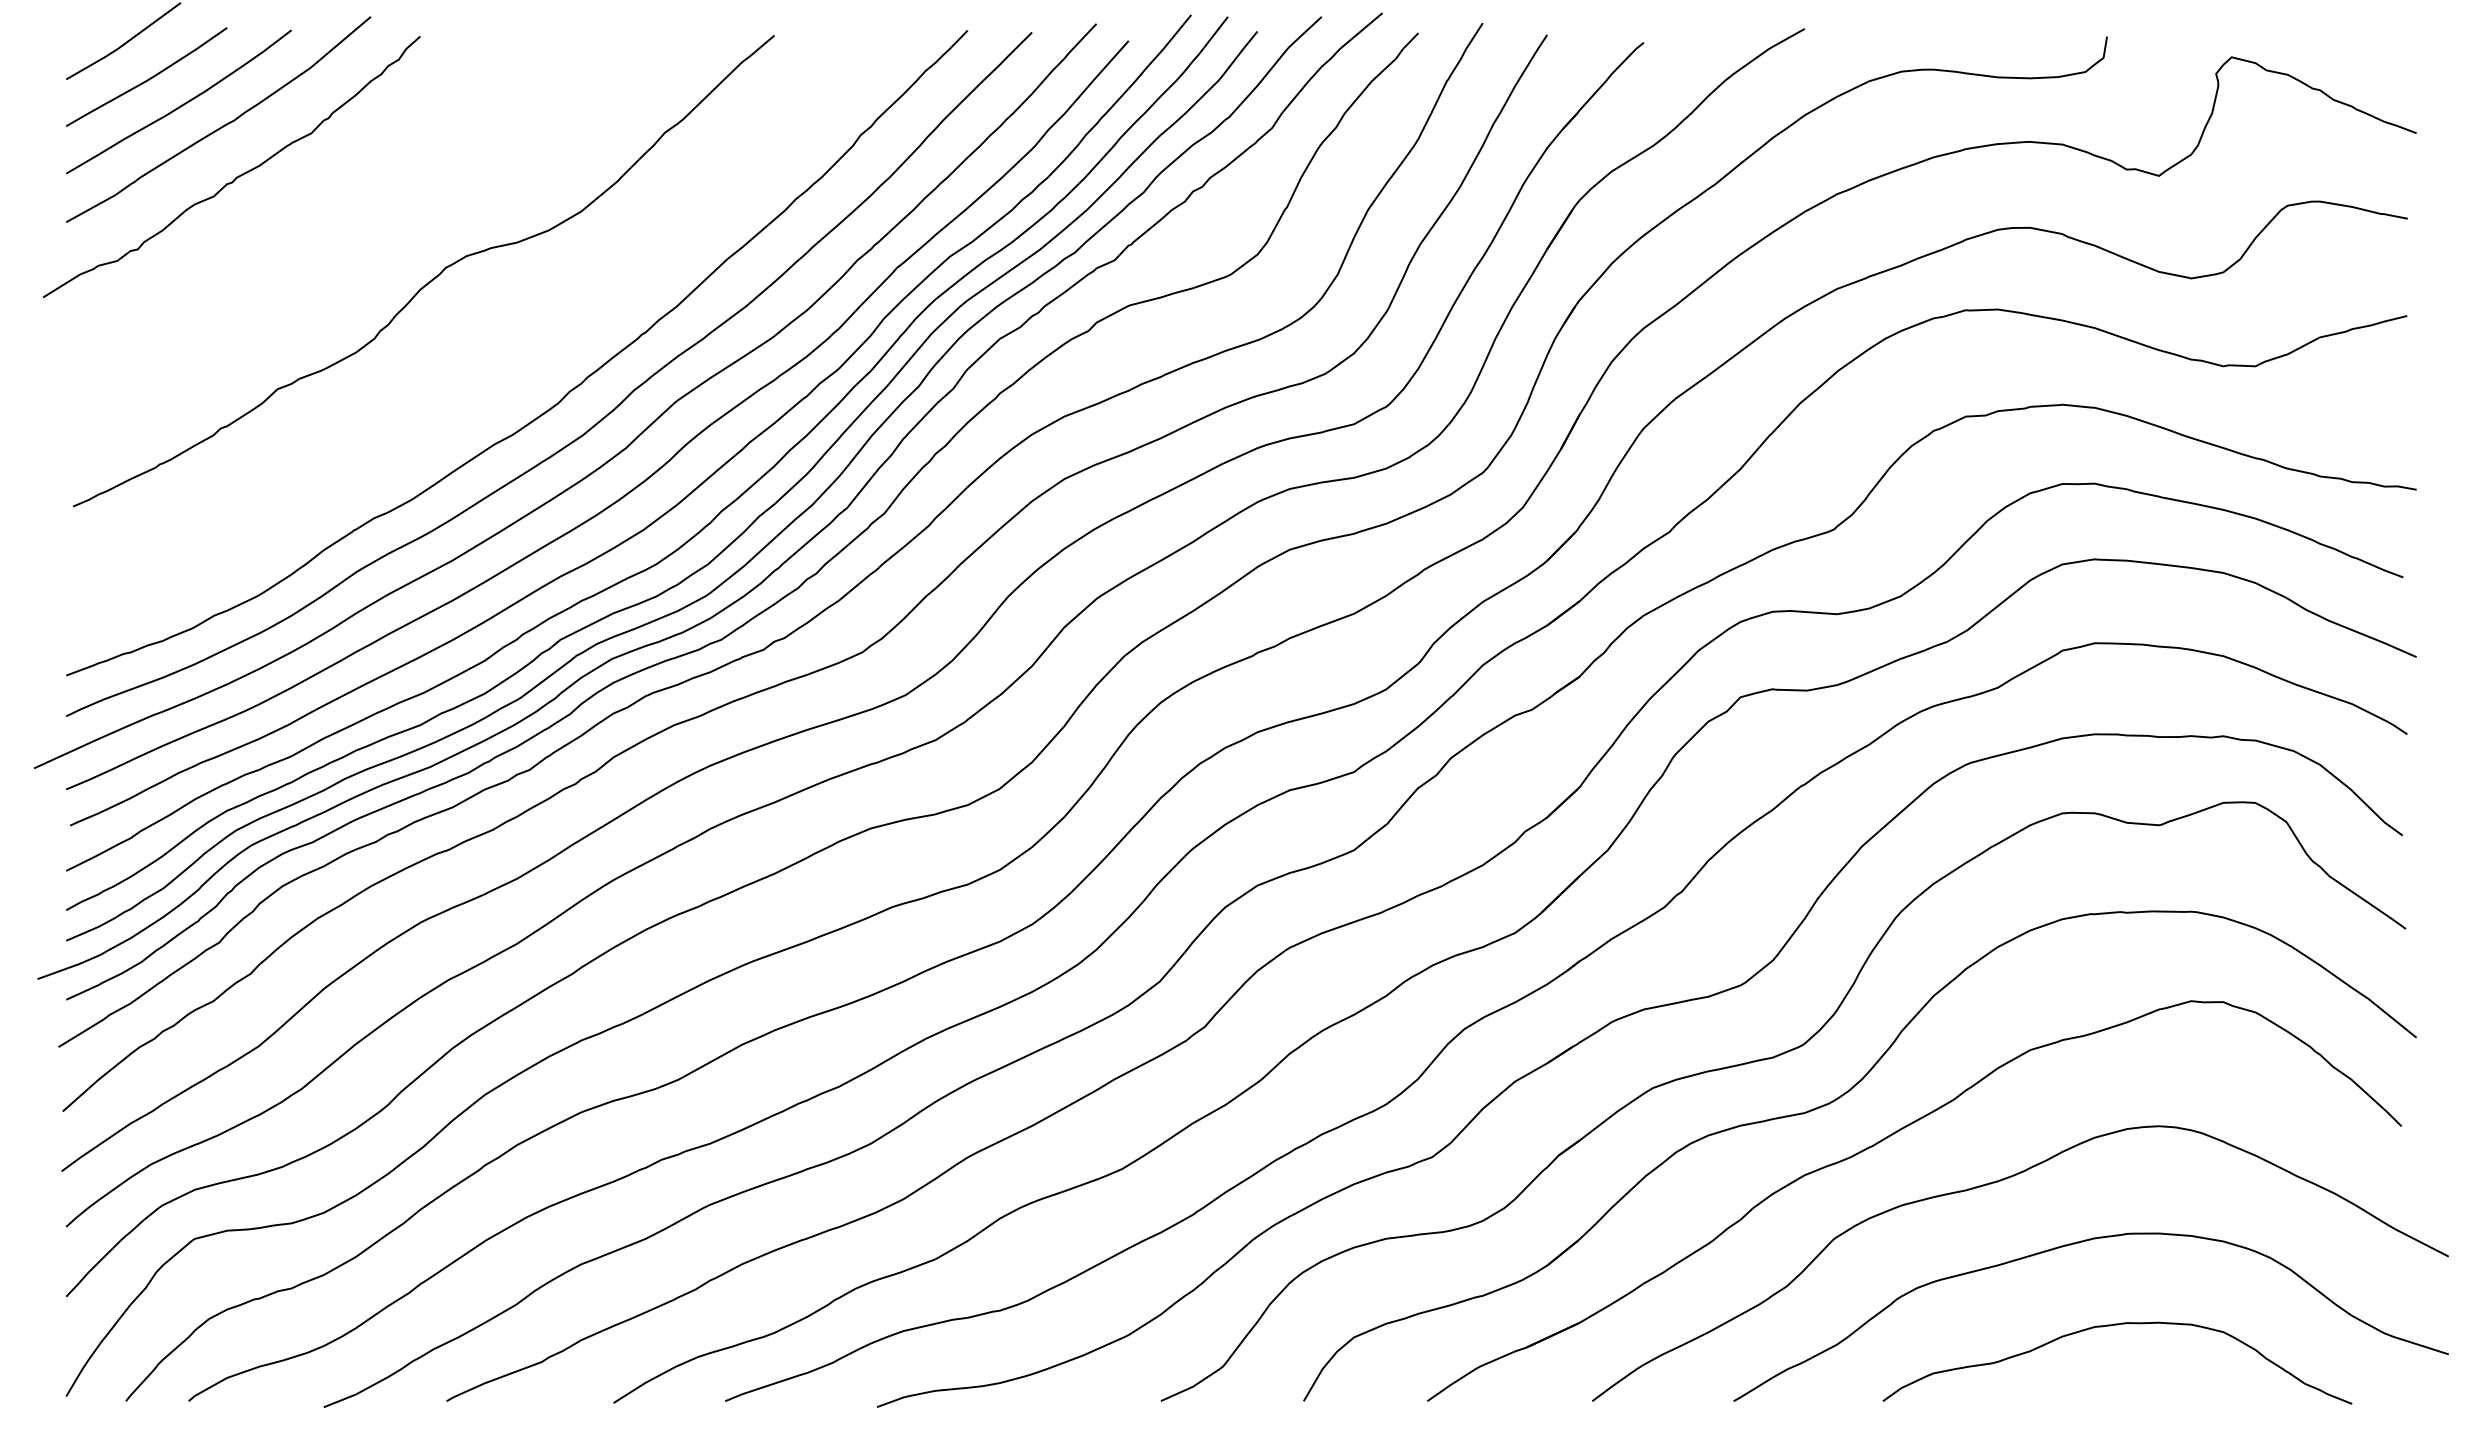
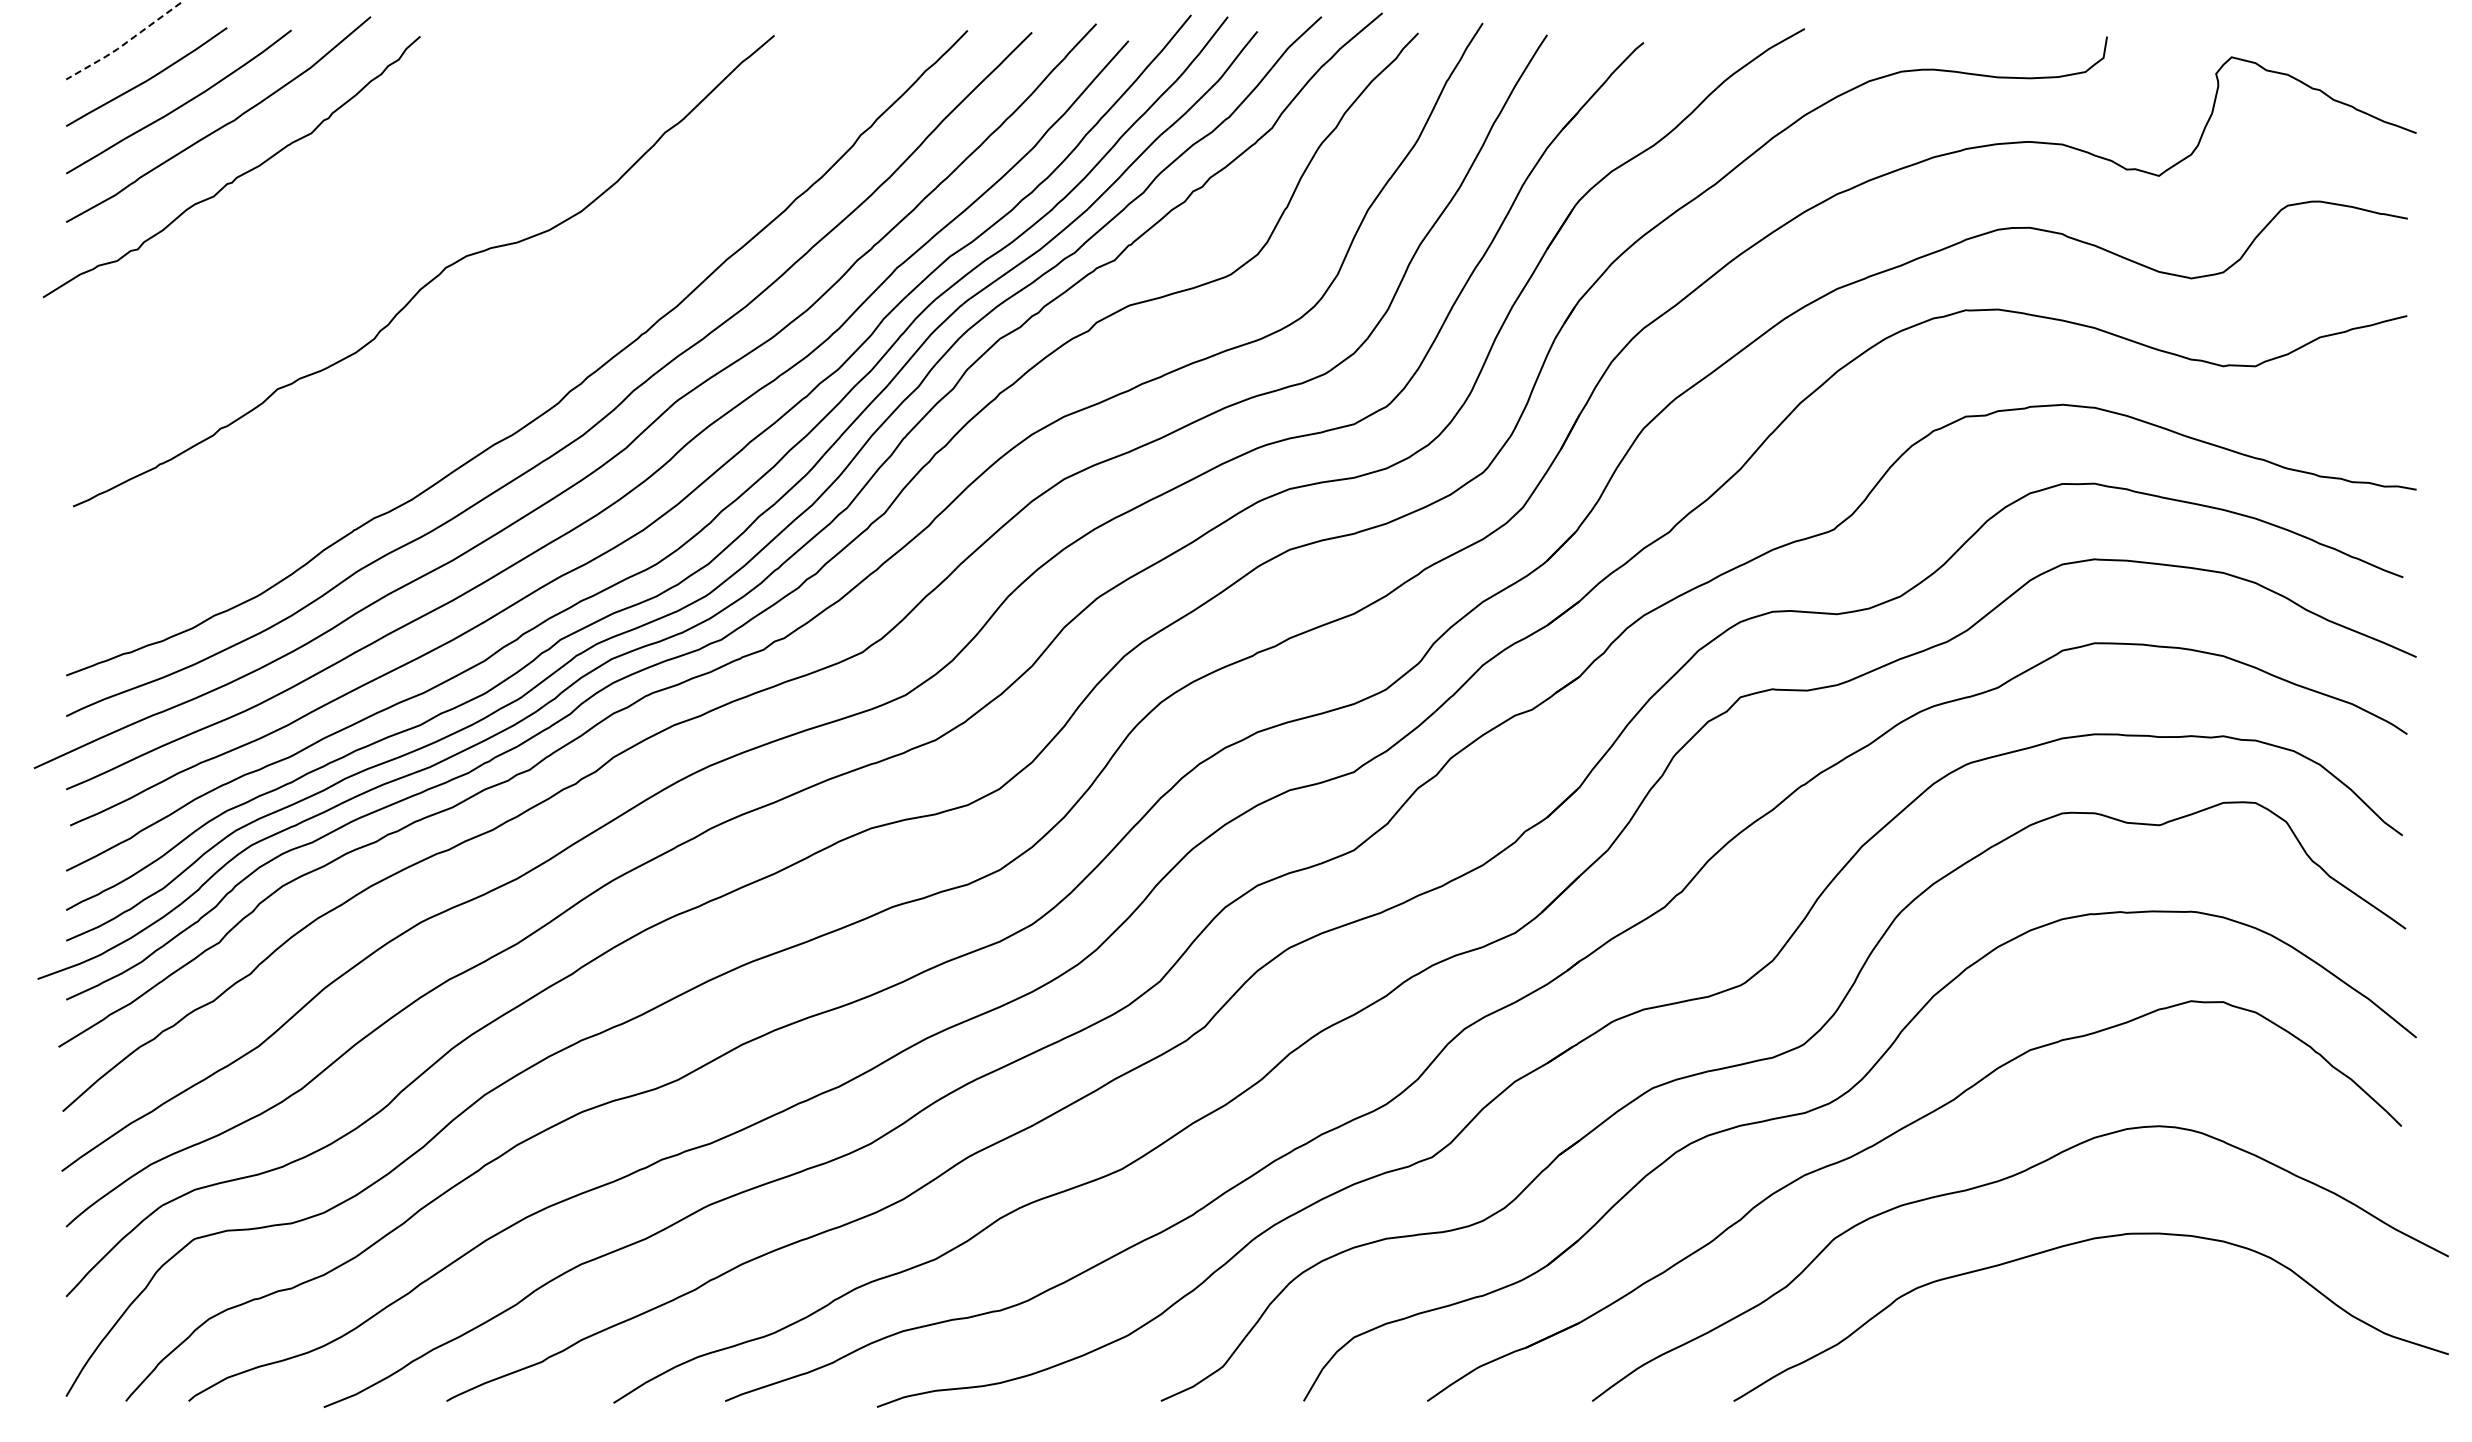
line at (124, 44): solid -> dashed
curve at (2110, 1326): present -> none
